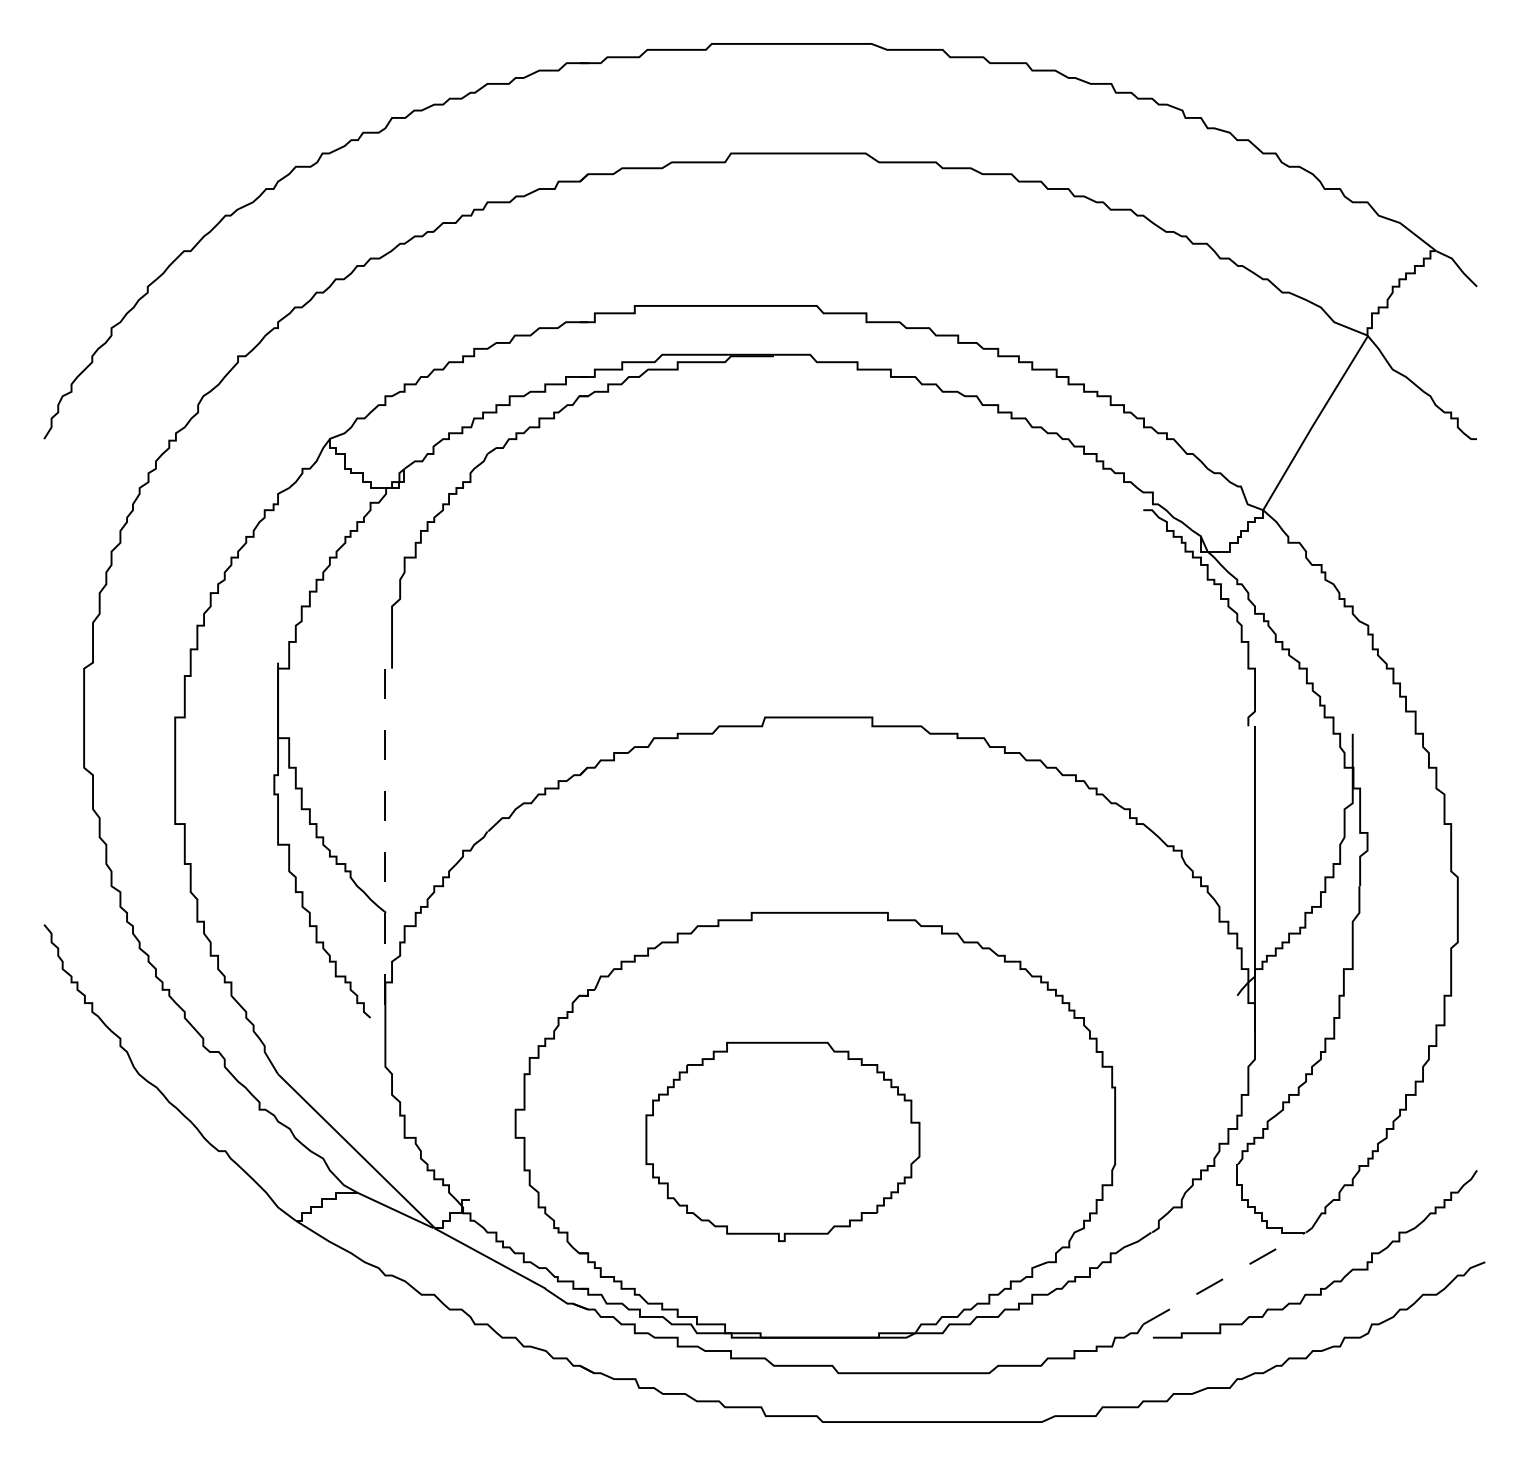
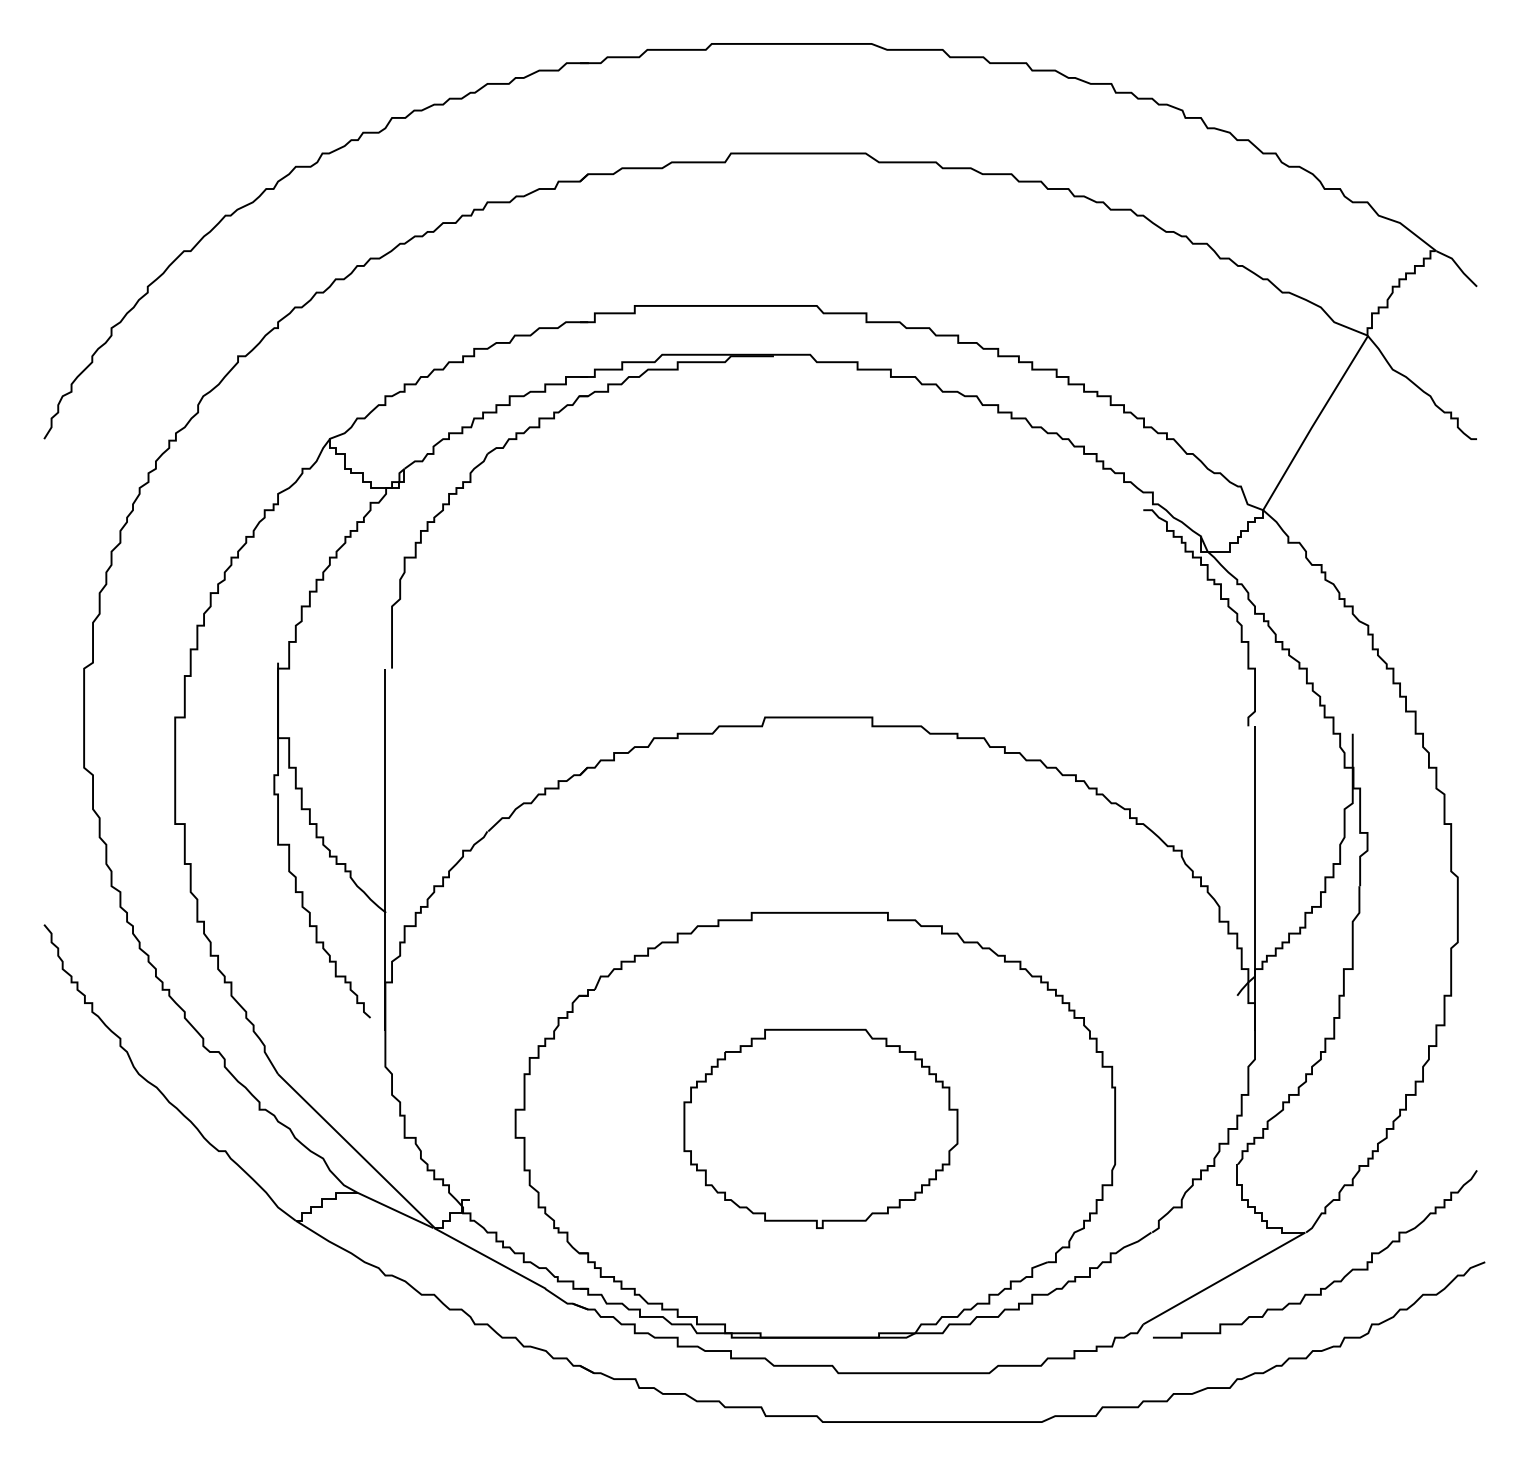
line at (385, 850): dashed -> solid
part at (782, 1141) position: (782, 1141) -> (820, 1128)
line at (1224, 1278): dashed -> solid
